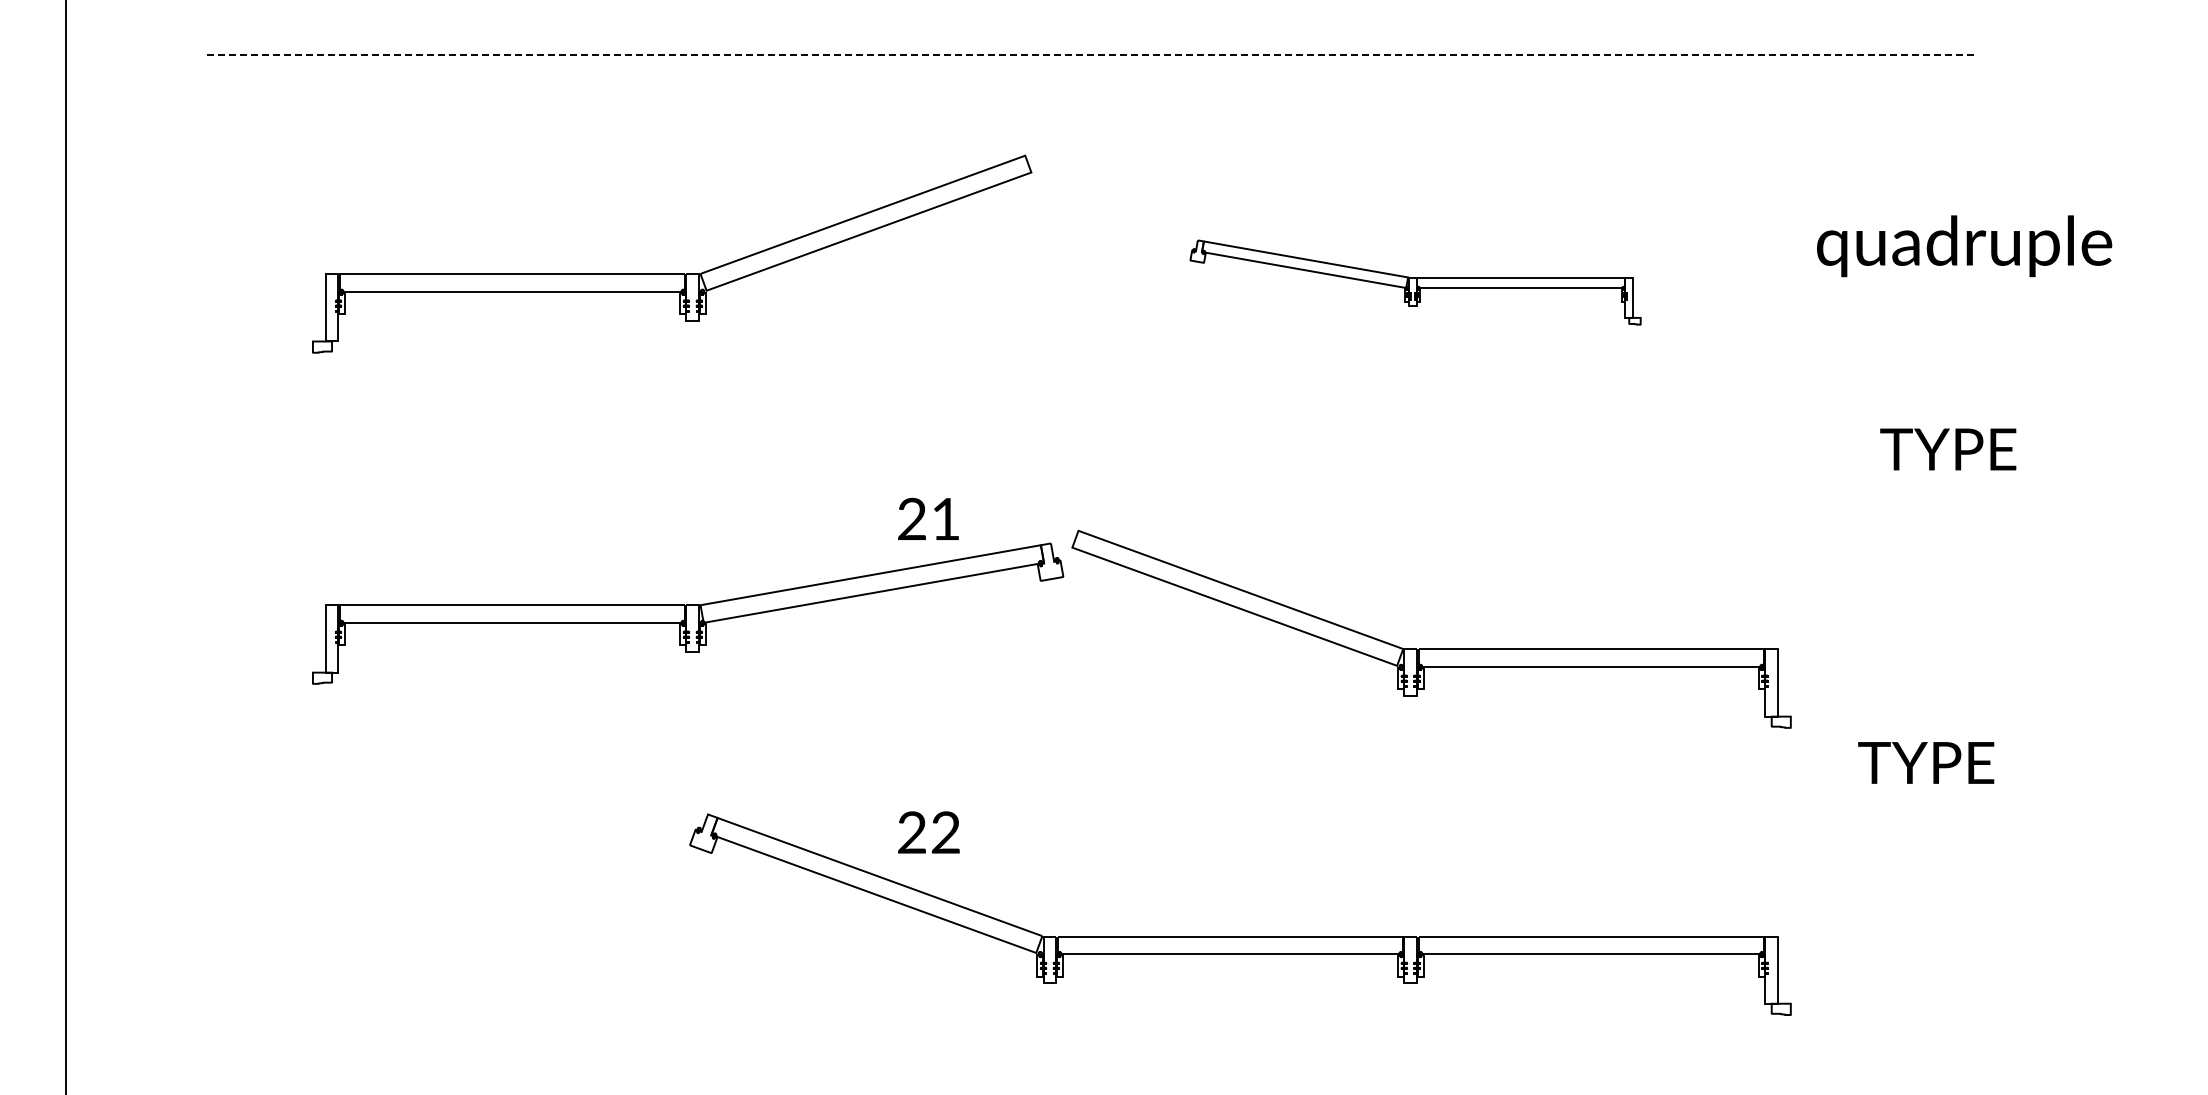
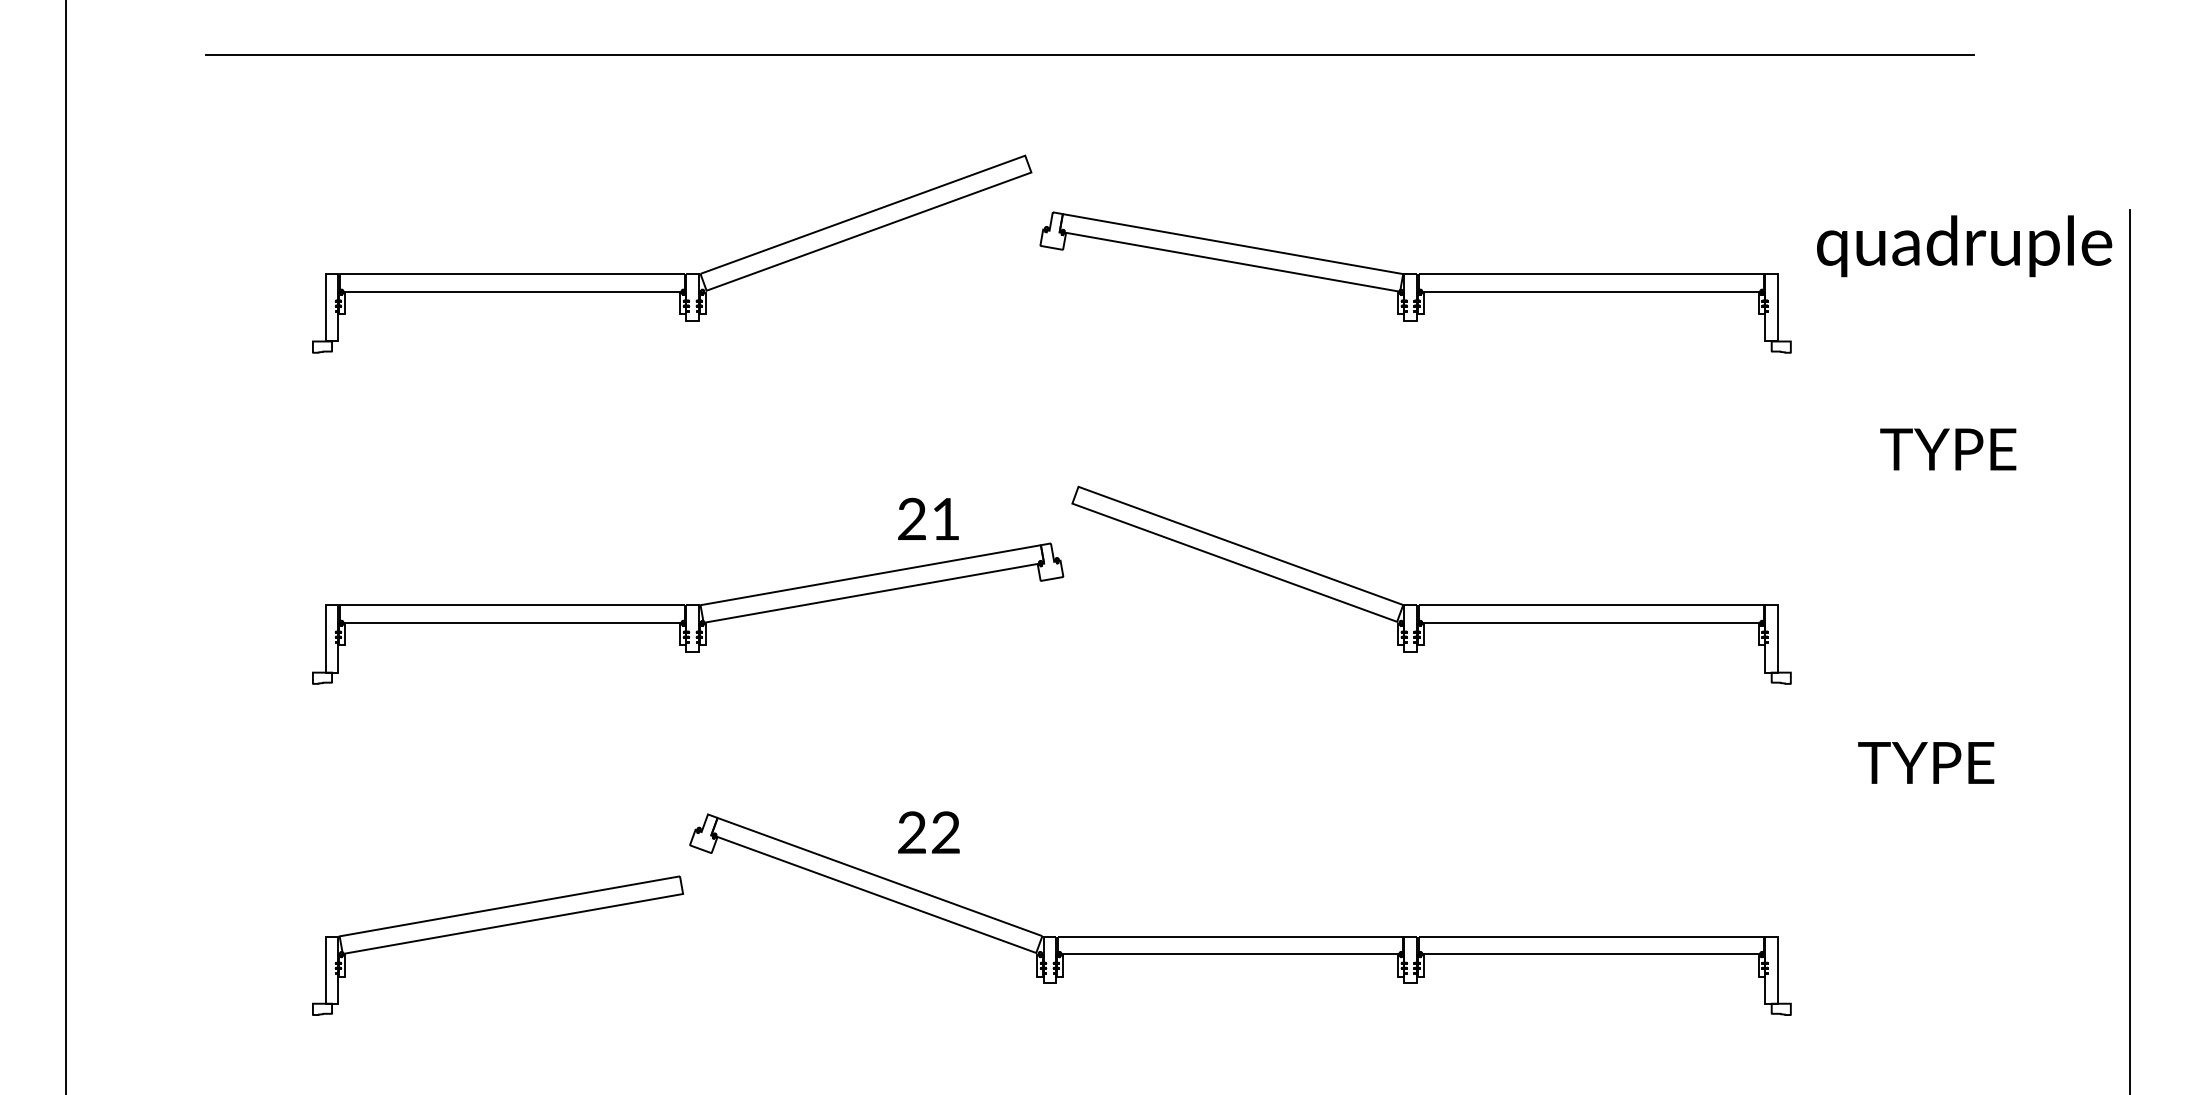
line at (1089, 54): dashed -> solid
part at (1415, 282) size: 453x87 px -> 753x143 px
part at (1431, 648) position: (1431, 648) -> (1431, 604)
line at (2129, 650): none -> present
part at (494, 928): none -> present
